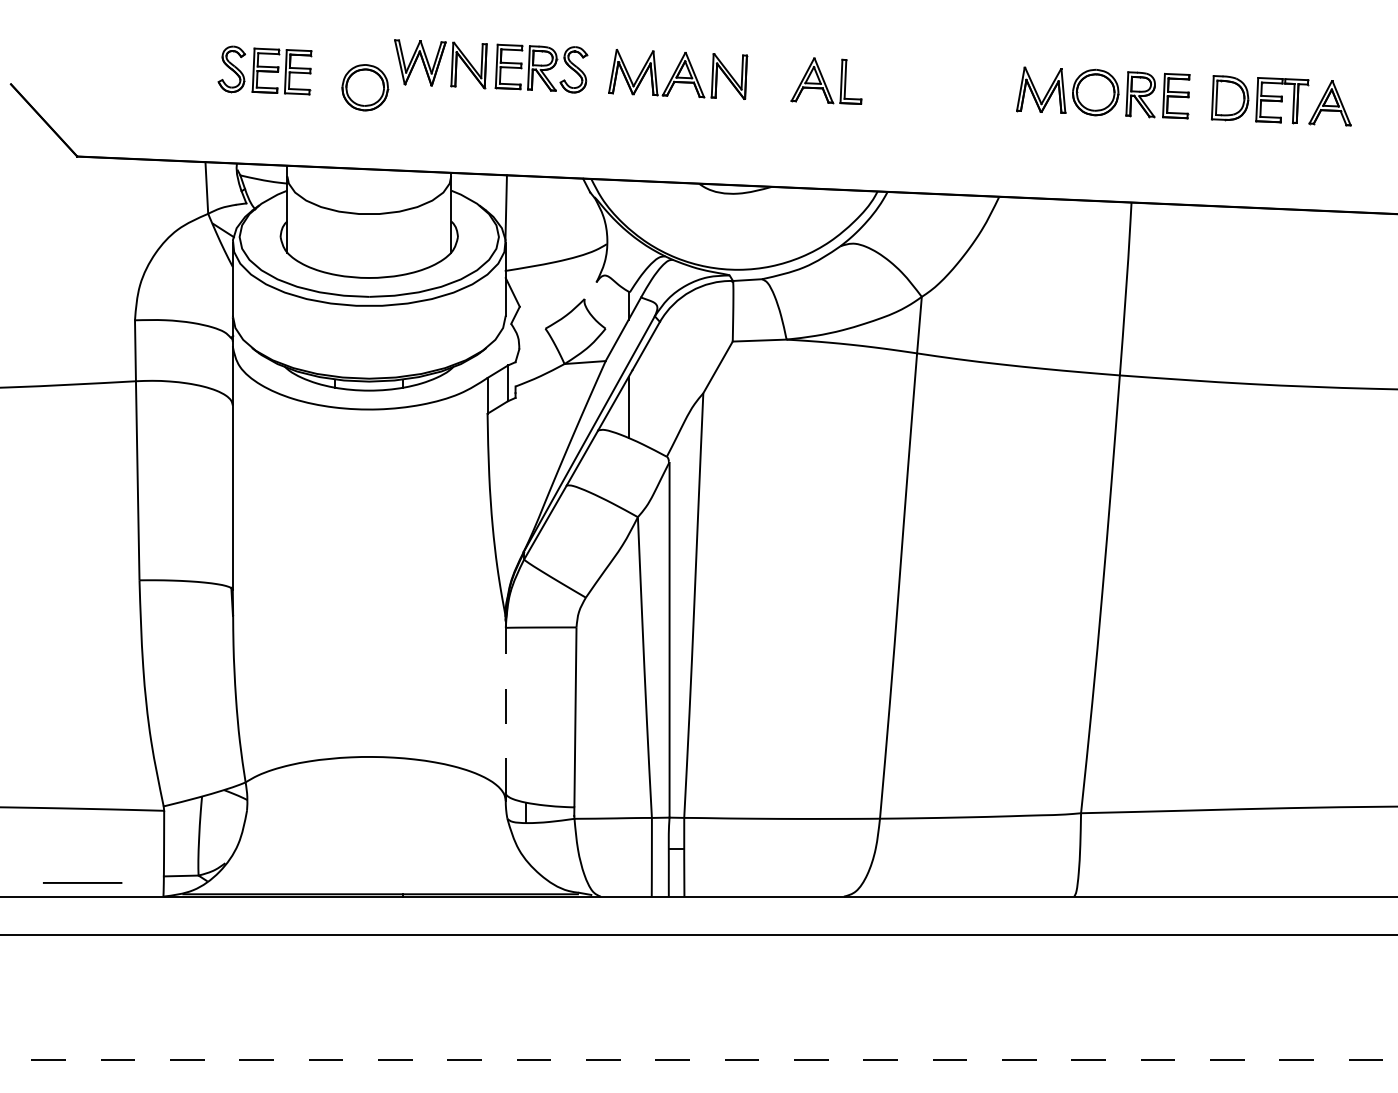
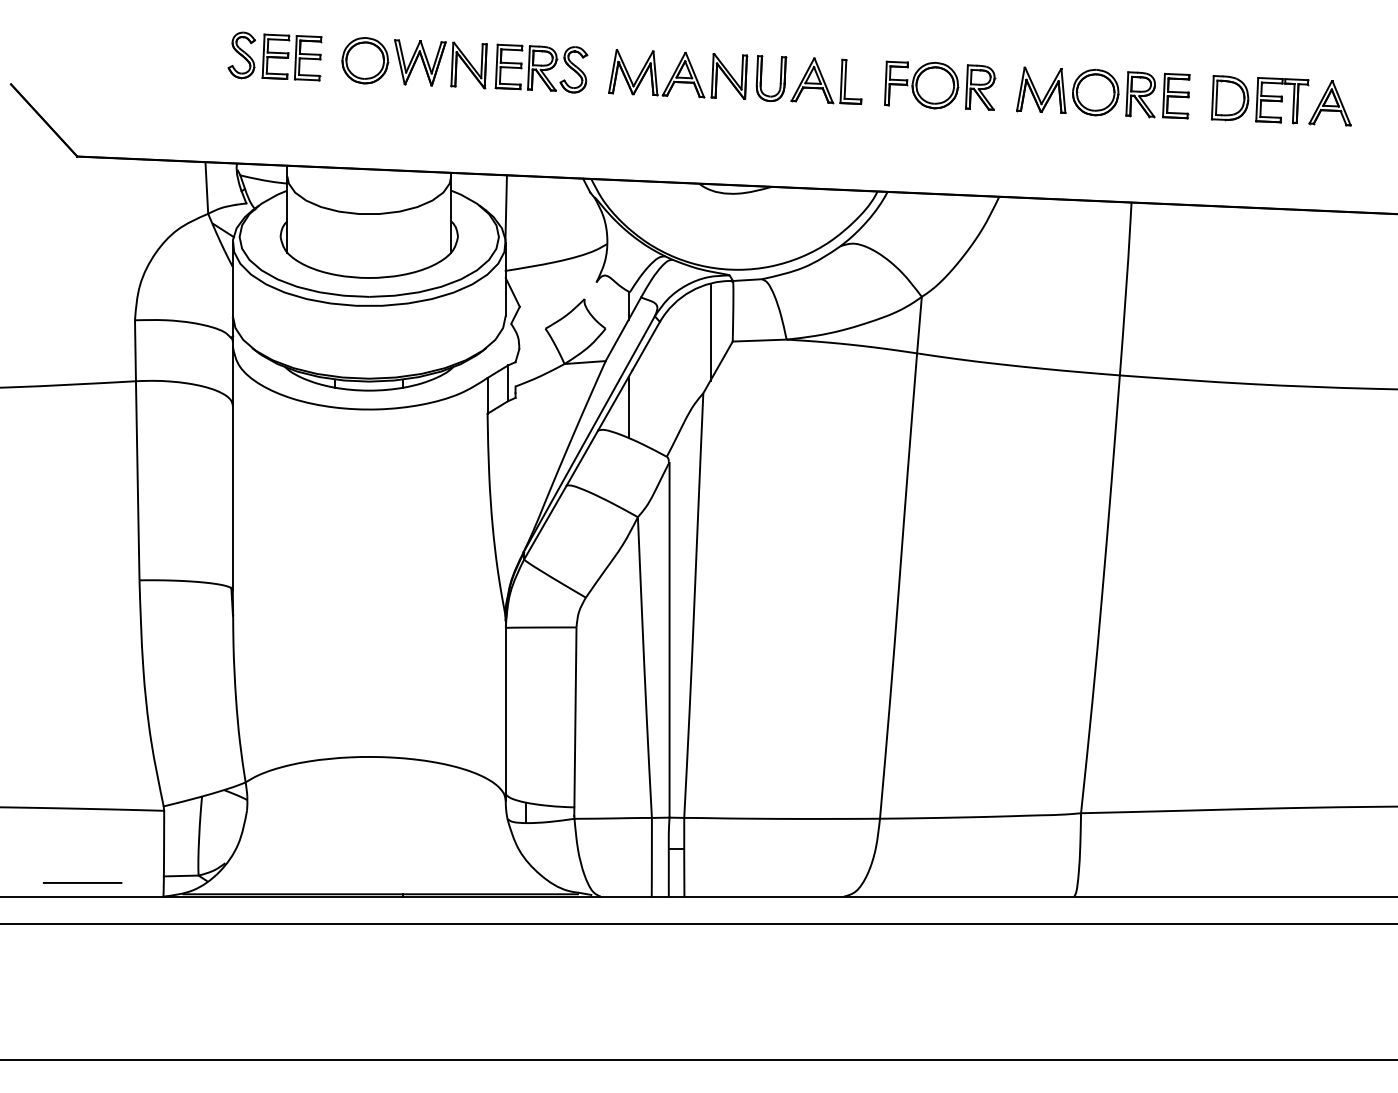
part at (264, 70) position: (264, 70) -> (274, 56)
part at (779, 82): none -> present
part at (940, 85): none -> present
part at (365, 87) position: (365, 87) -> (365, 60)
line at (710, 332): none -> present
line at (505, 706): dashed -> solid
line at (698, 934) position: (698, 934) -> (698, 923)
line at (699, 1060): dashed -> solid
